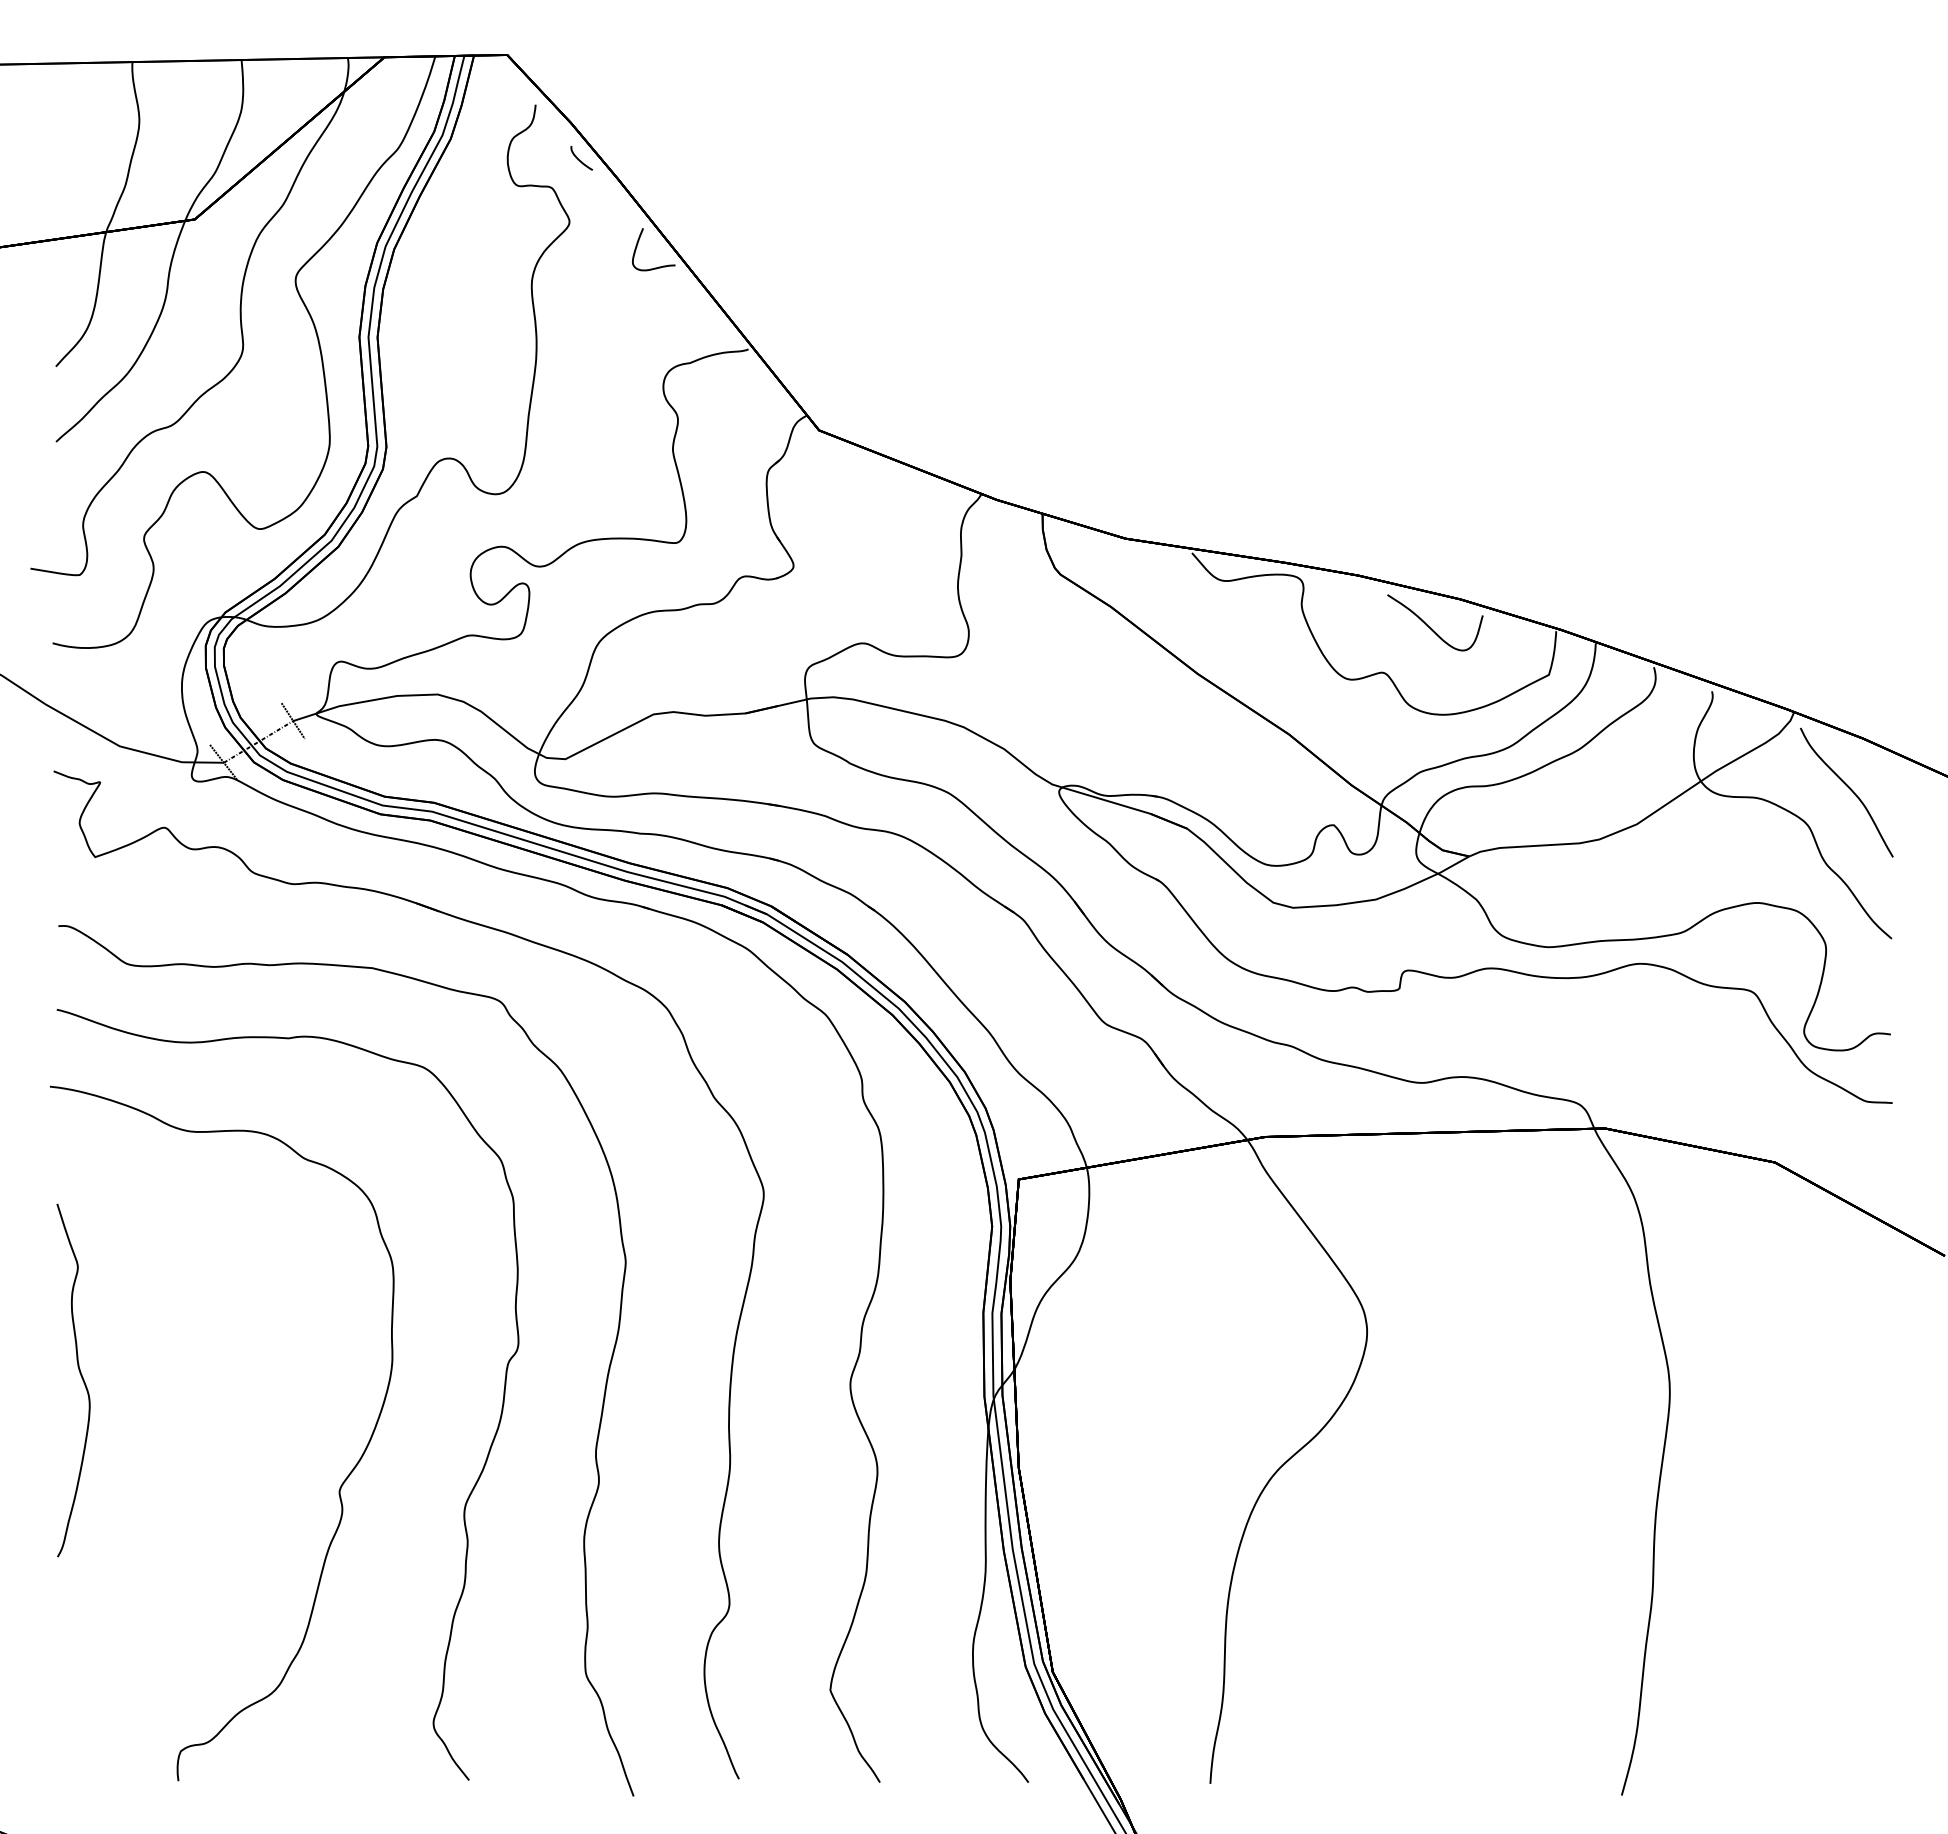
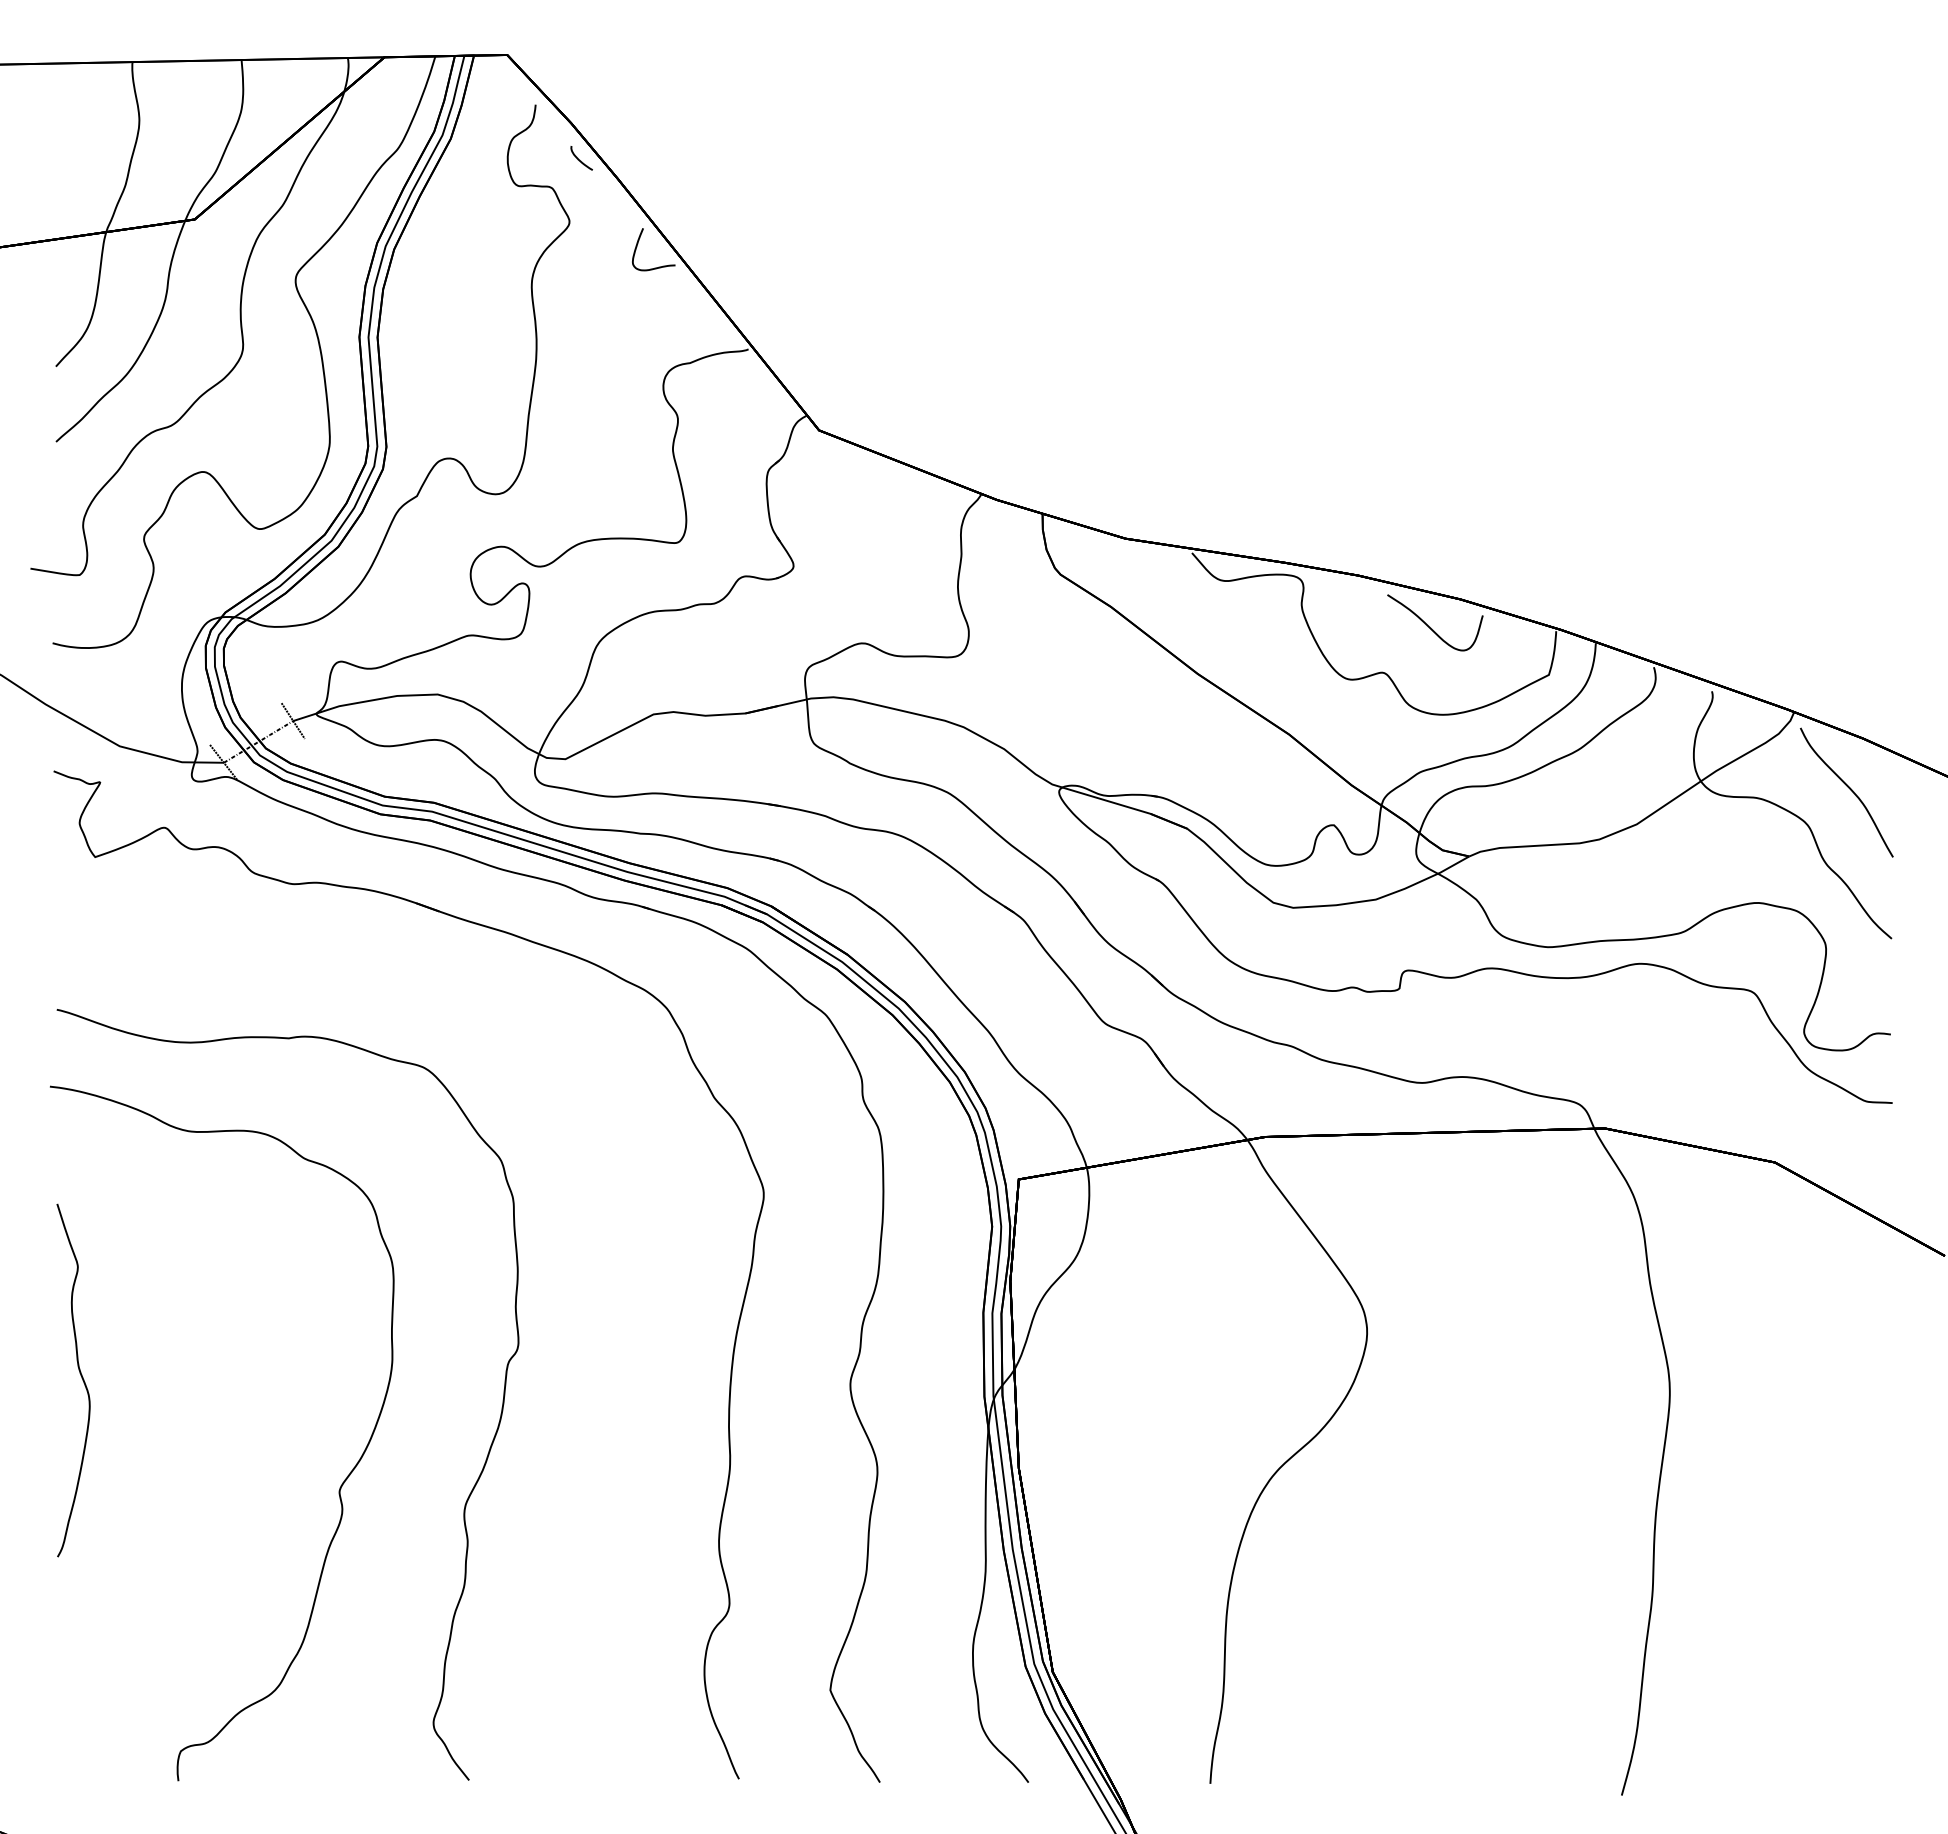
part at (602, 1401): present -> none
